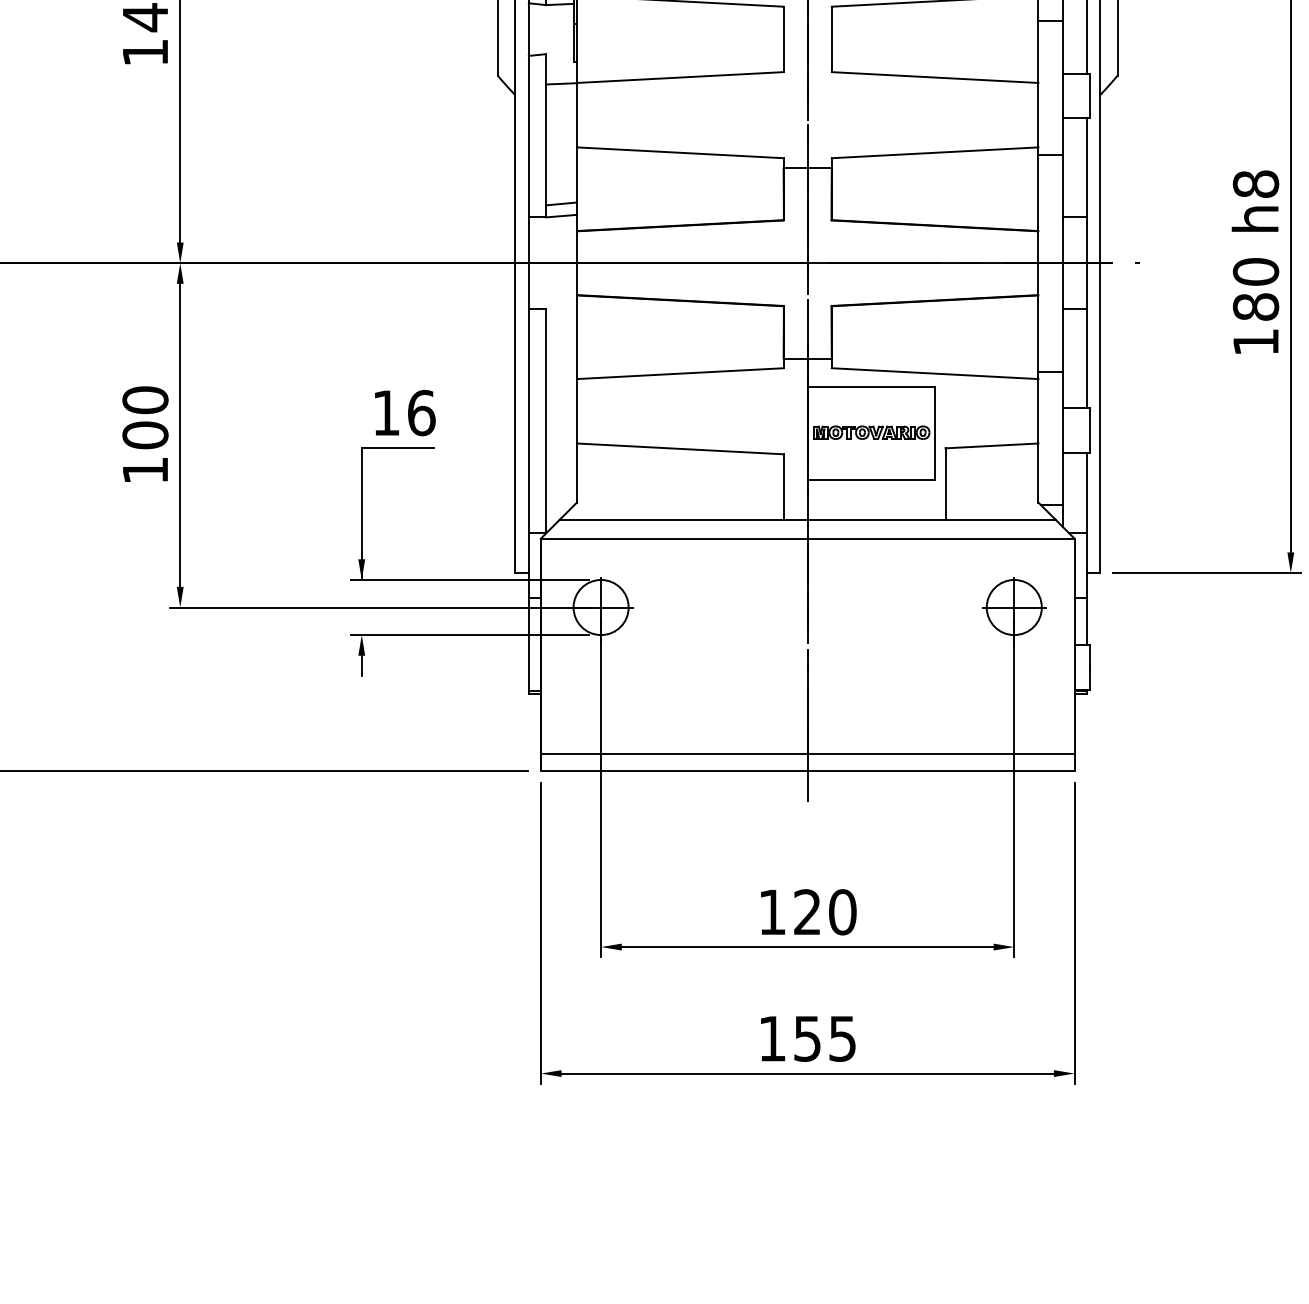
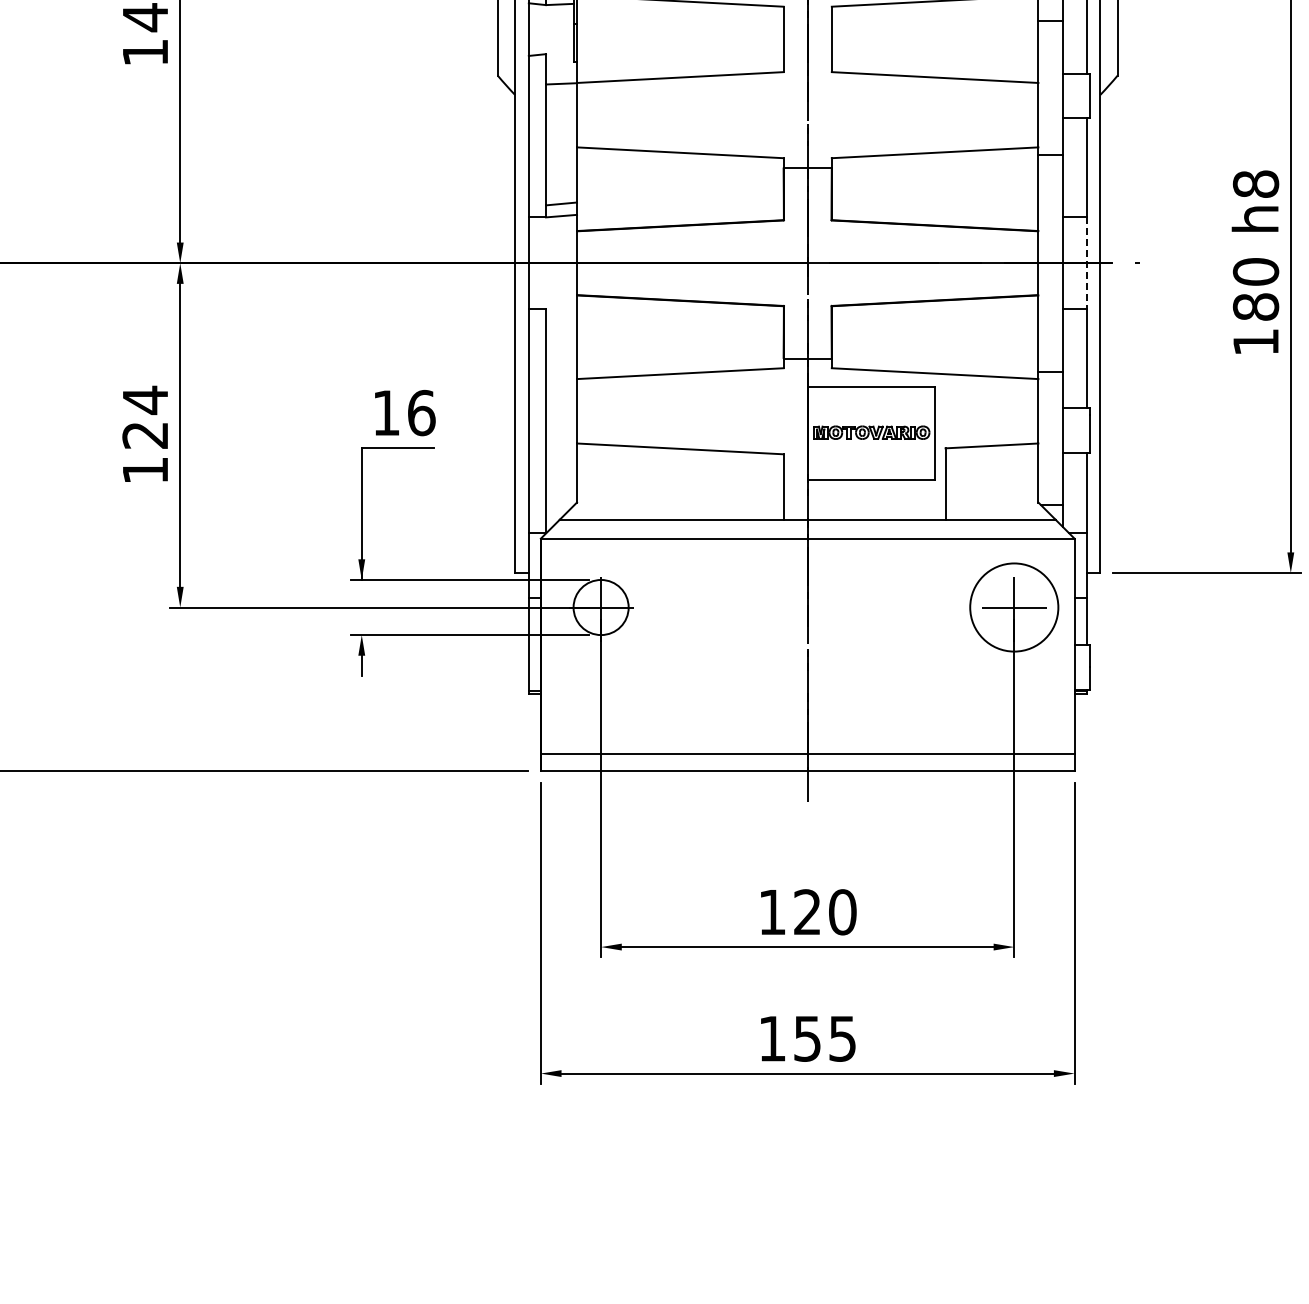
line at (1086, 263): solid -> dashed
text at (145, 417): 100 -> 124
circle at (1013, 607) diameter: 55 px -> 88 px
